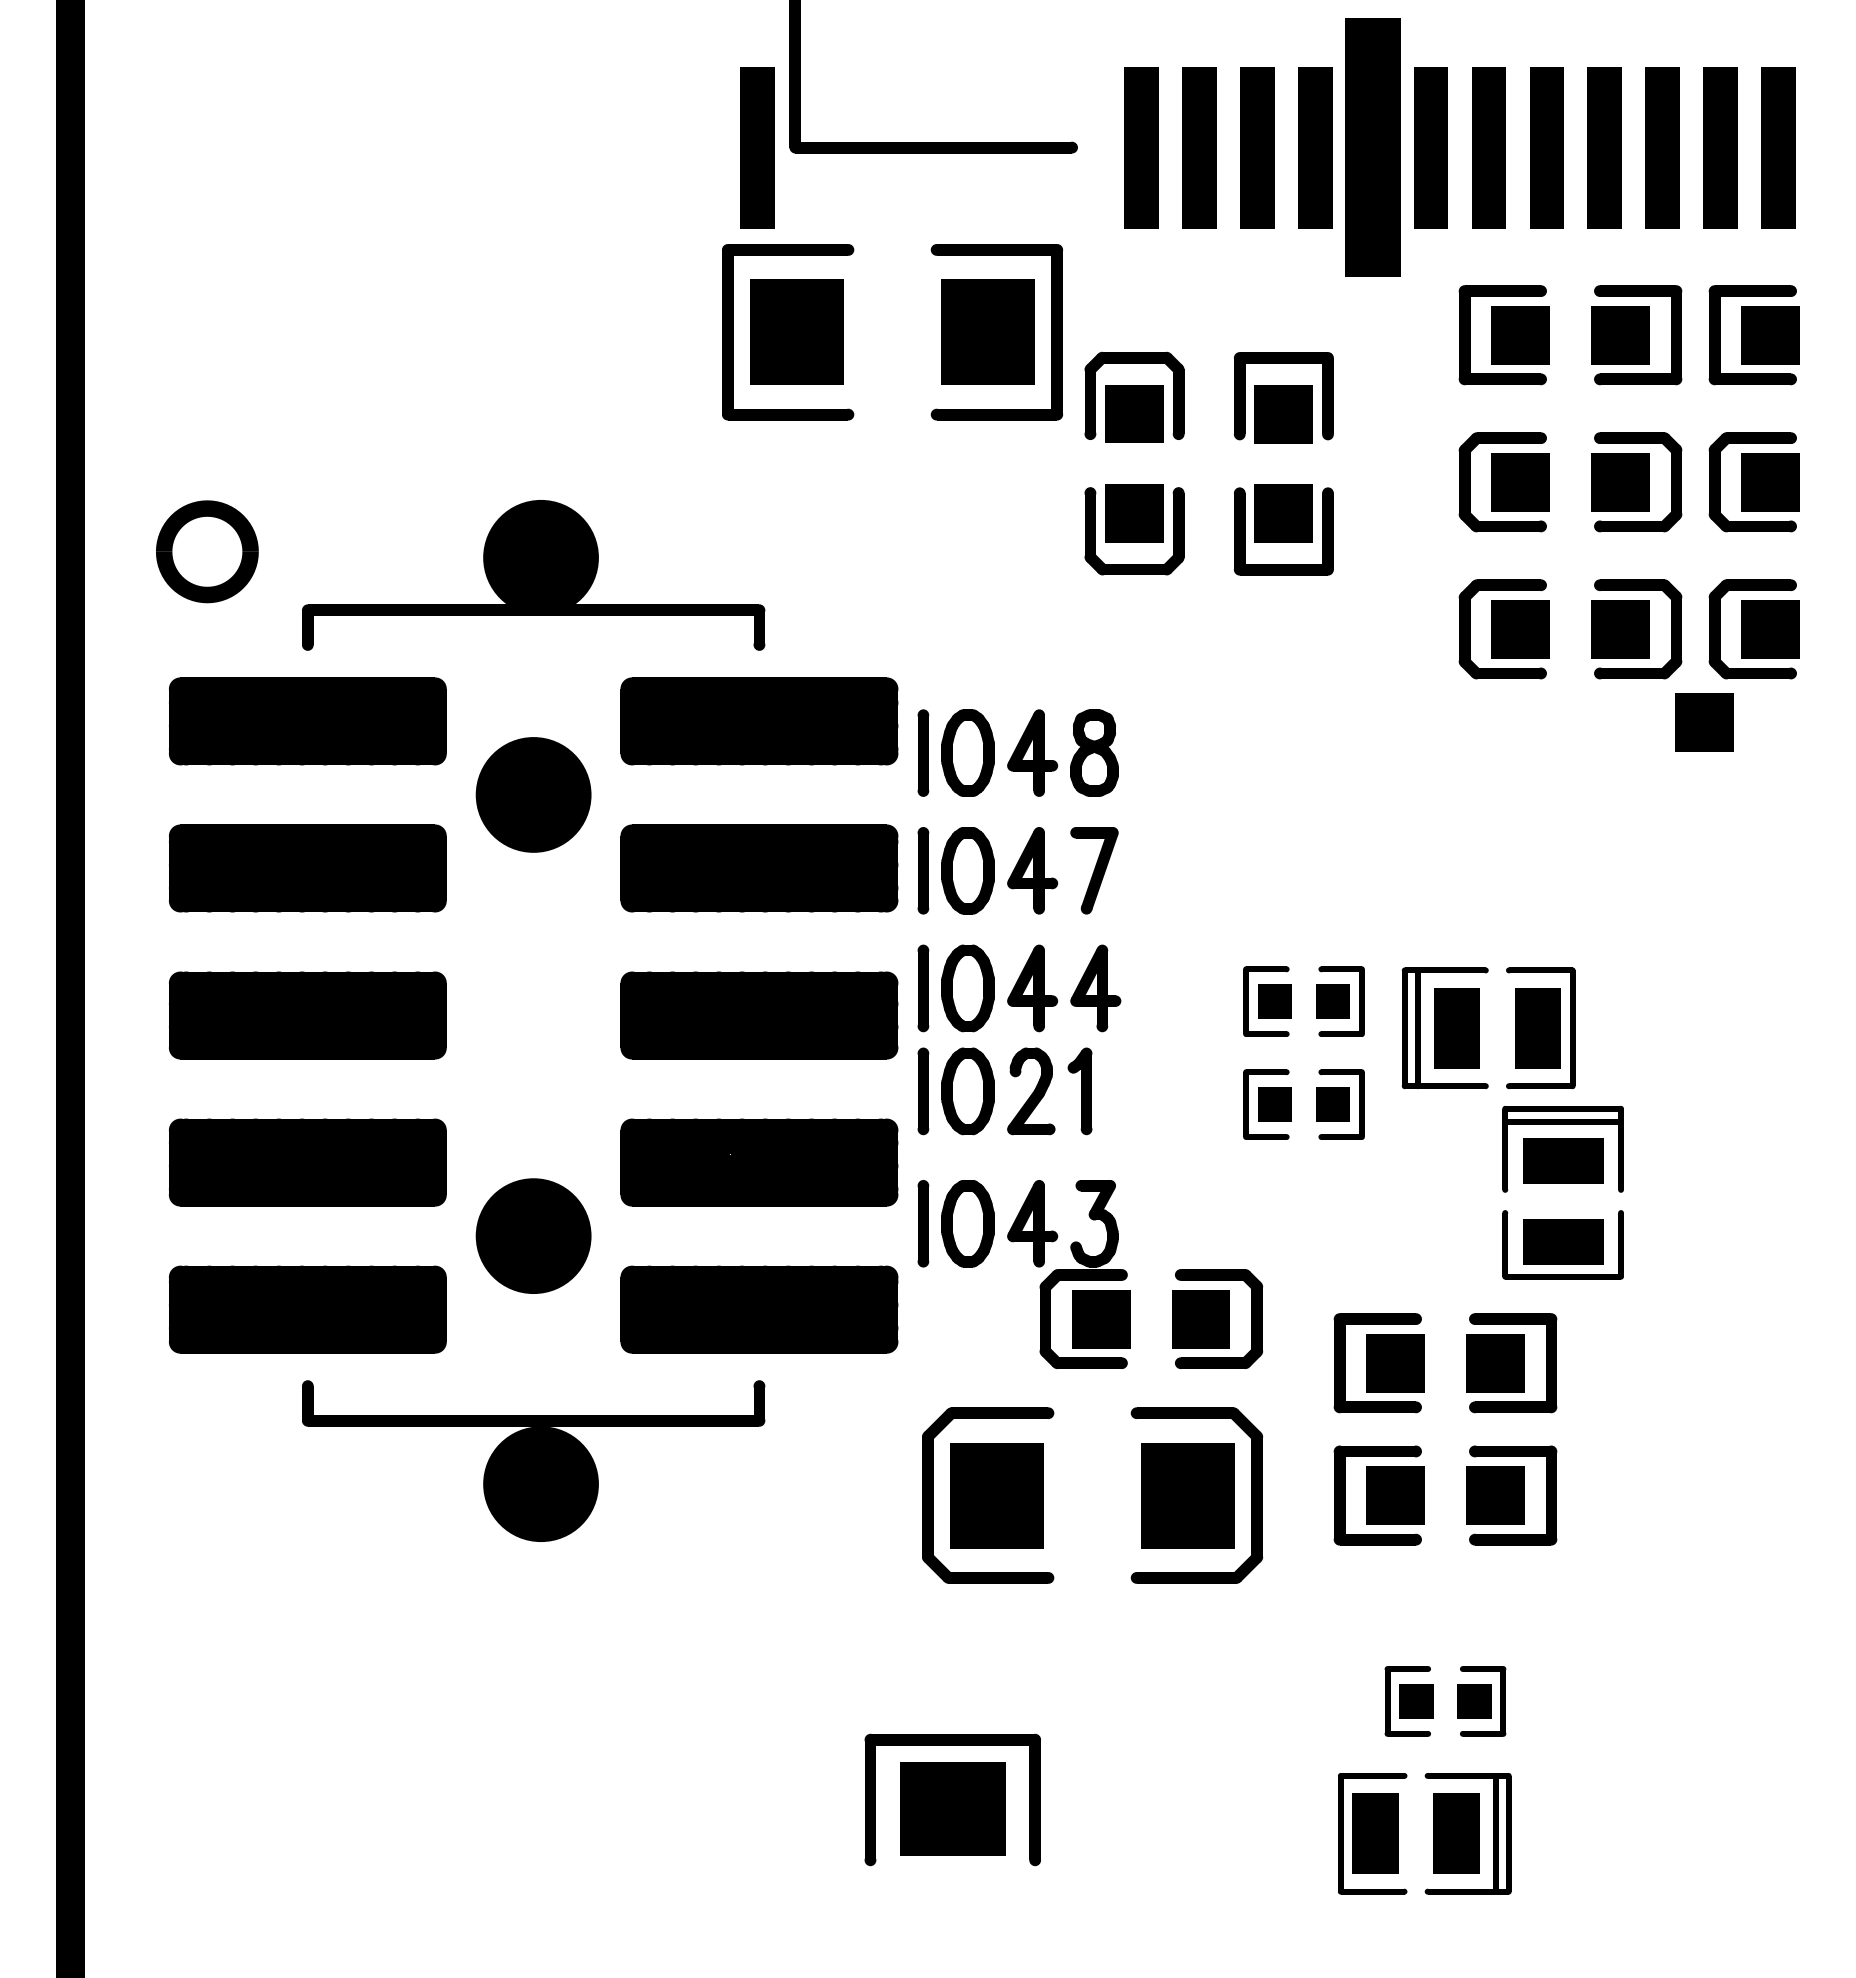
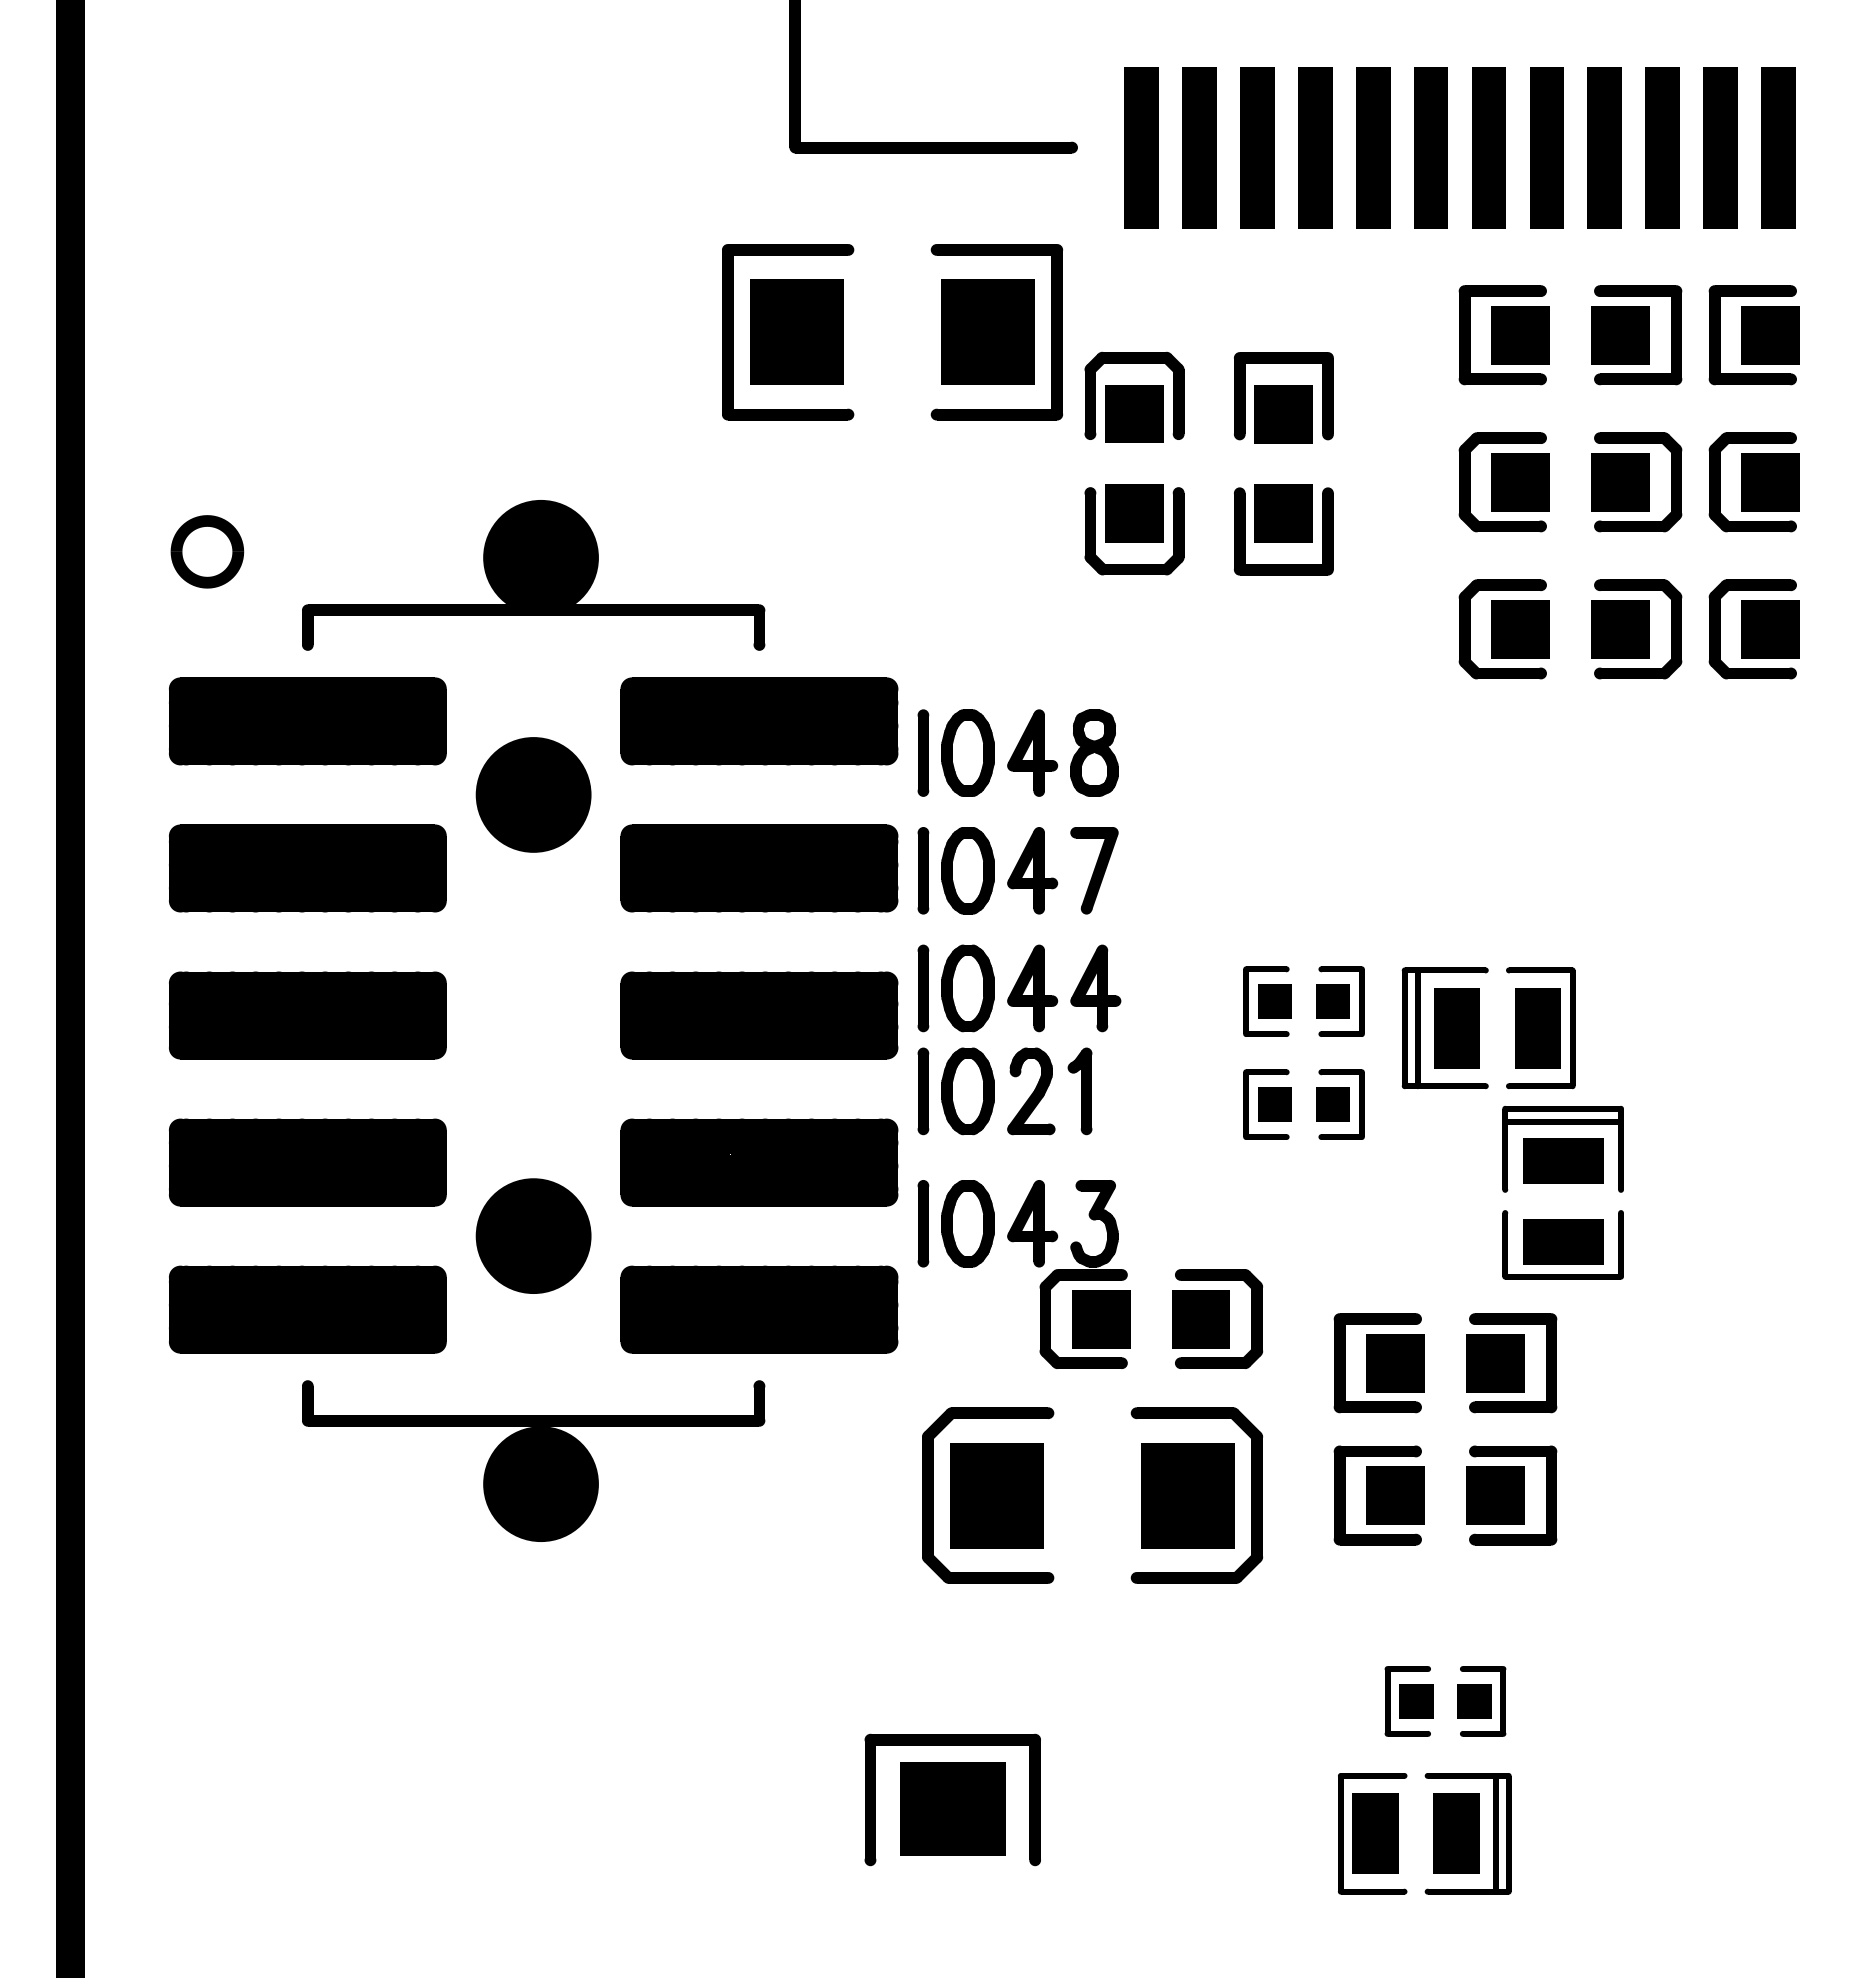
part at (757, 147): present -> none
part at (1372, 147) size: 56x259 px -> 35x162 px
part at (207, 551) size: 103x104 px -> 75x74 px
part at (1704, 722): present -> none
